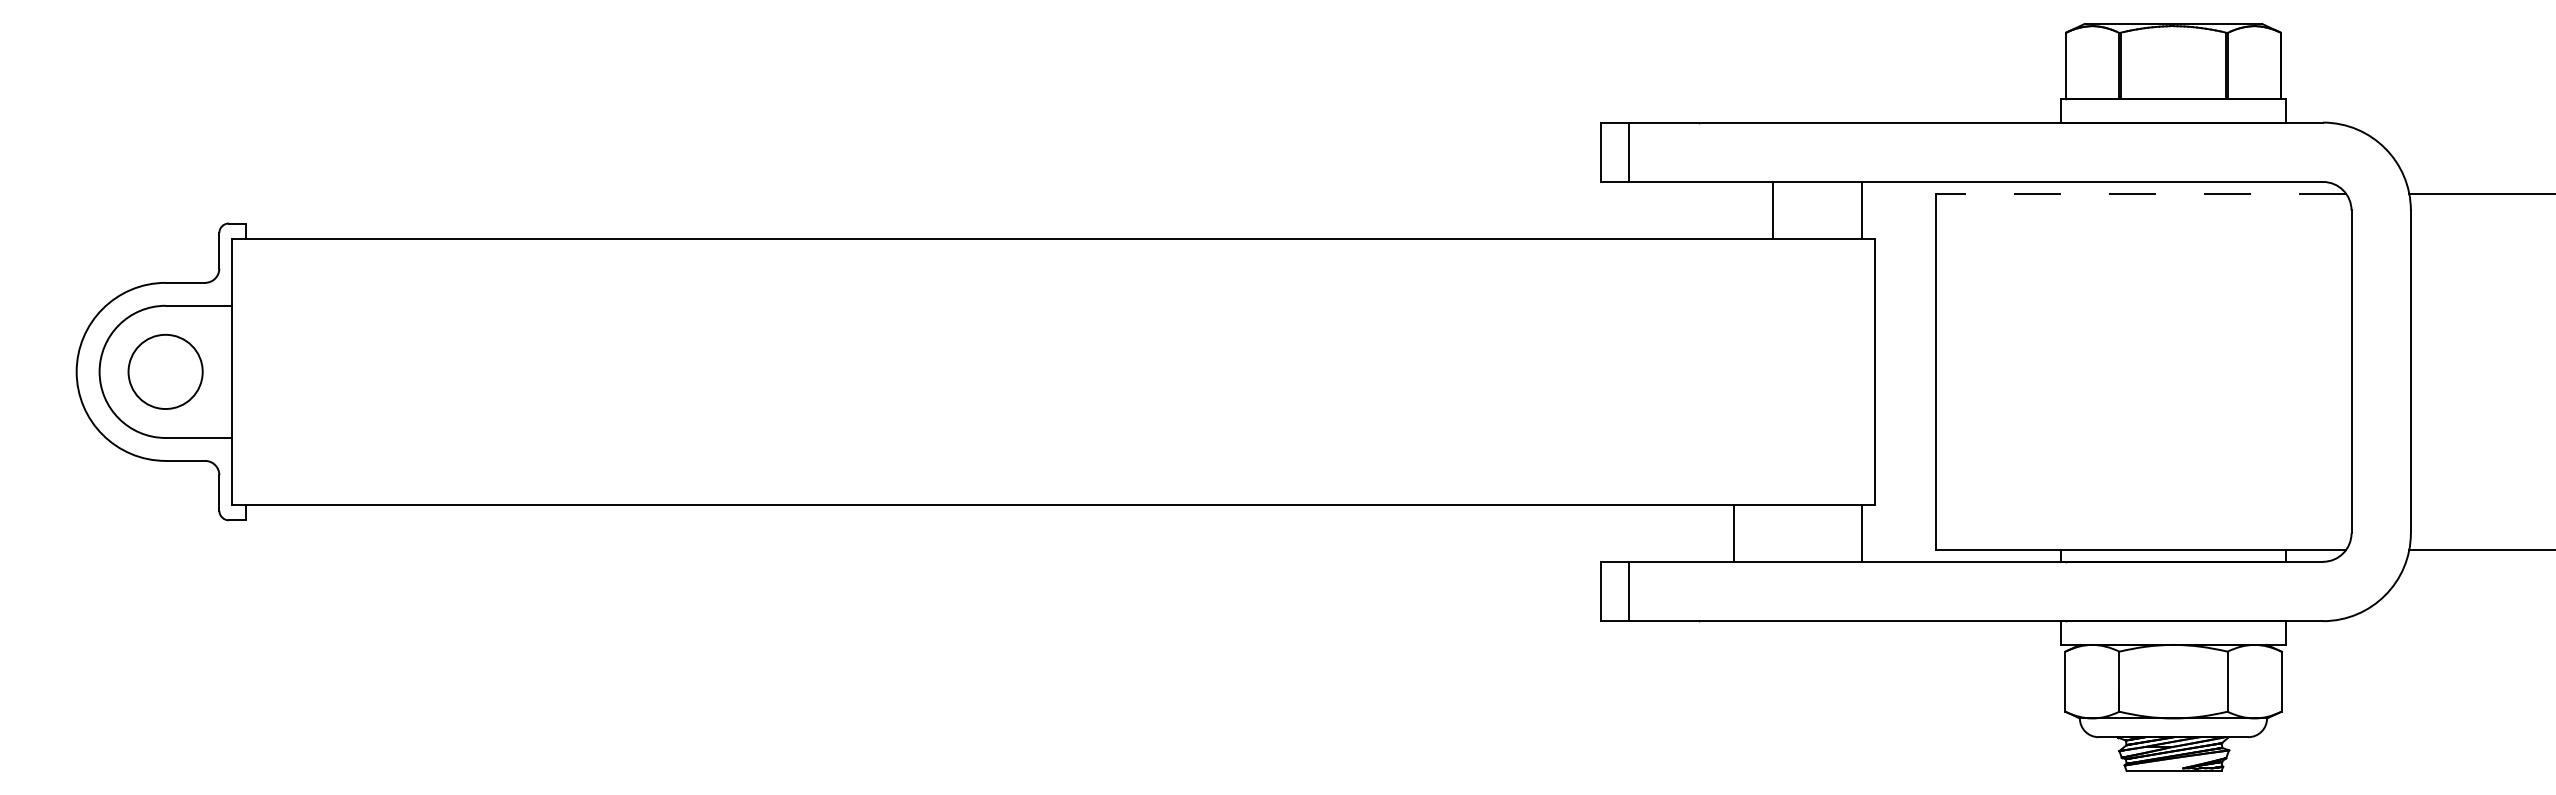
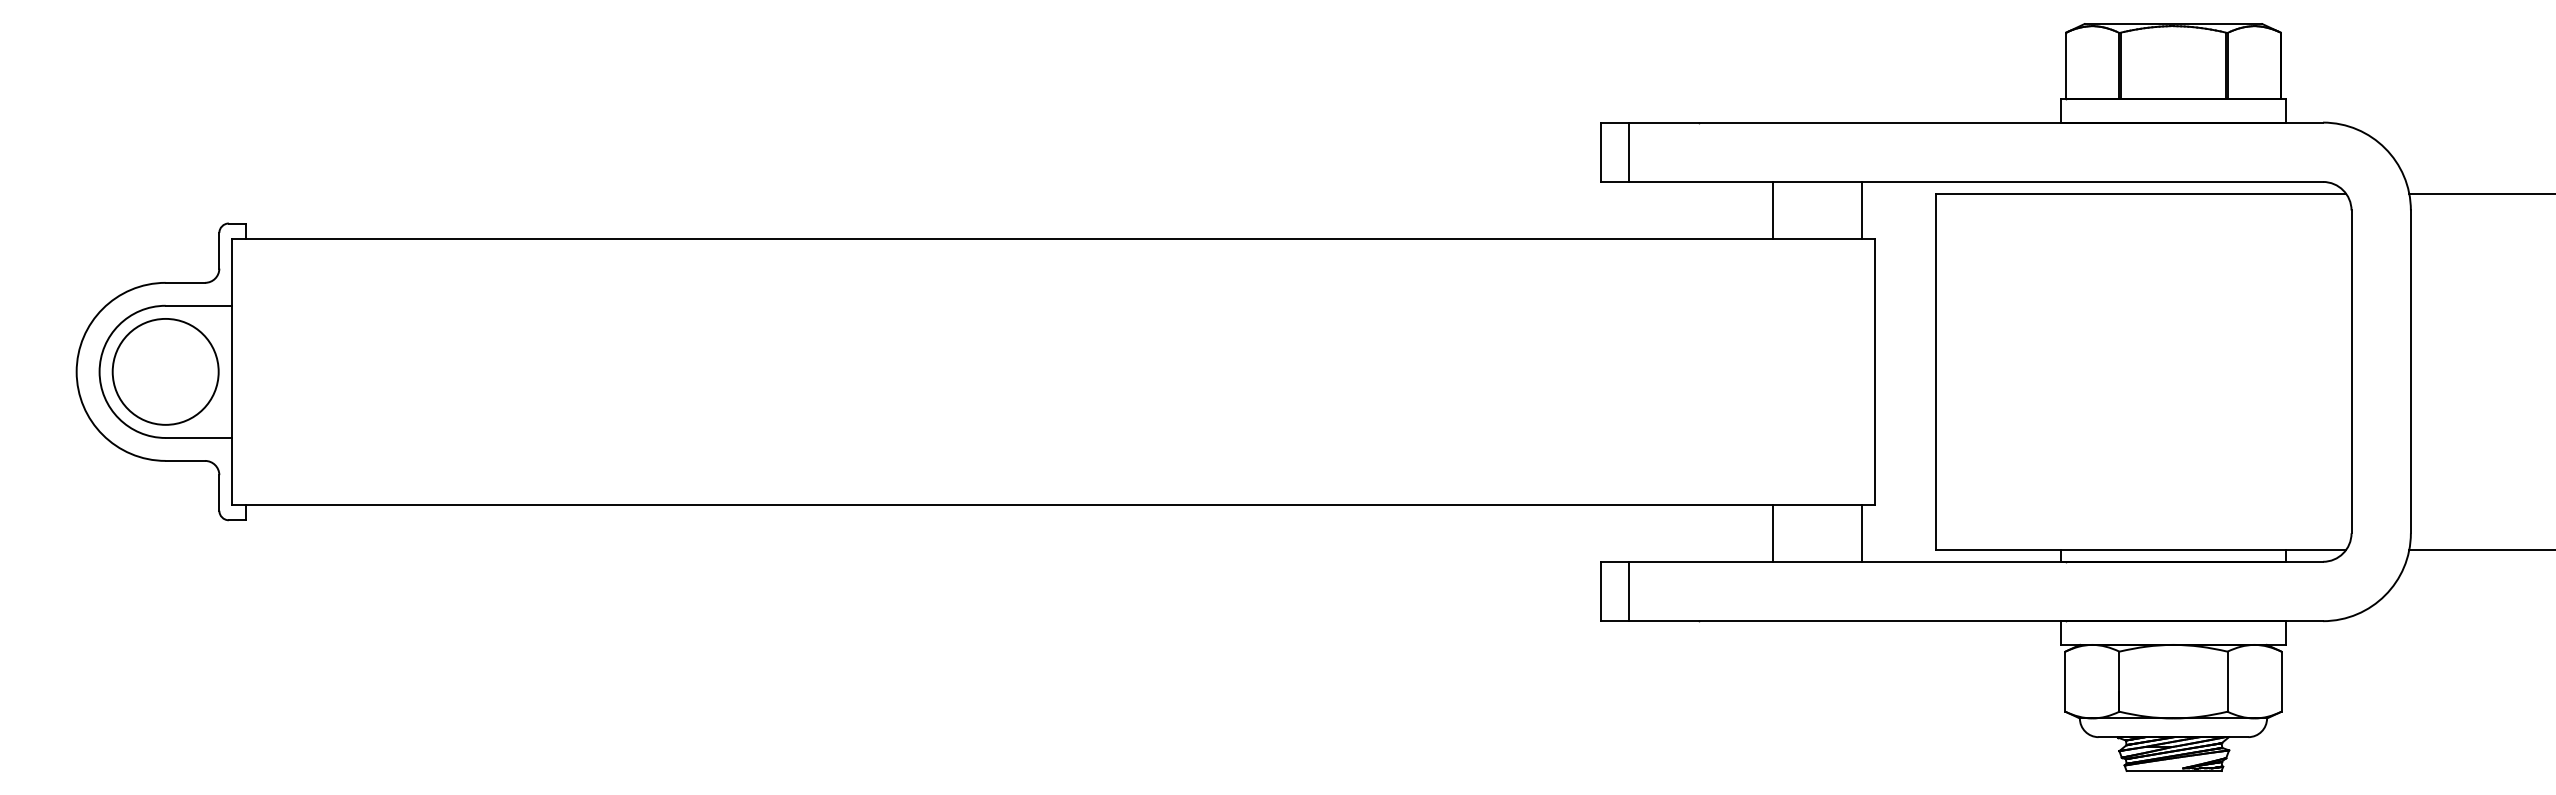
line at (2140, 193): dashed -> solid
circle at (165, 371) size: 77x77 px -> 109x108 px
line at (1733, 532) position: (1733, 532) -> (1772, 532)
